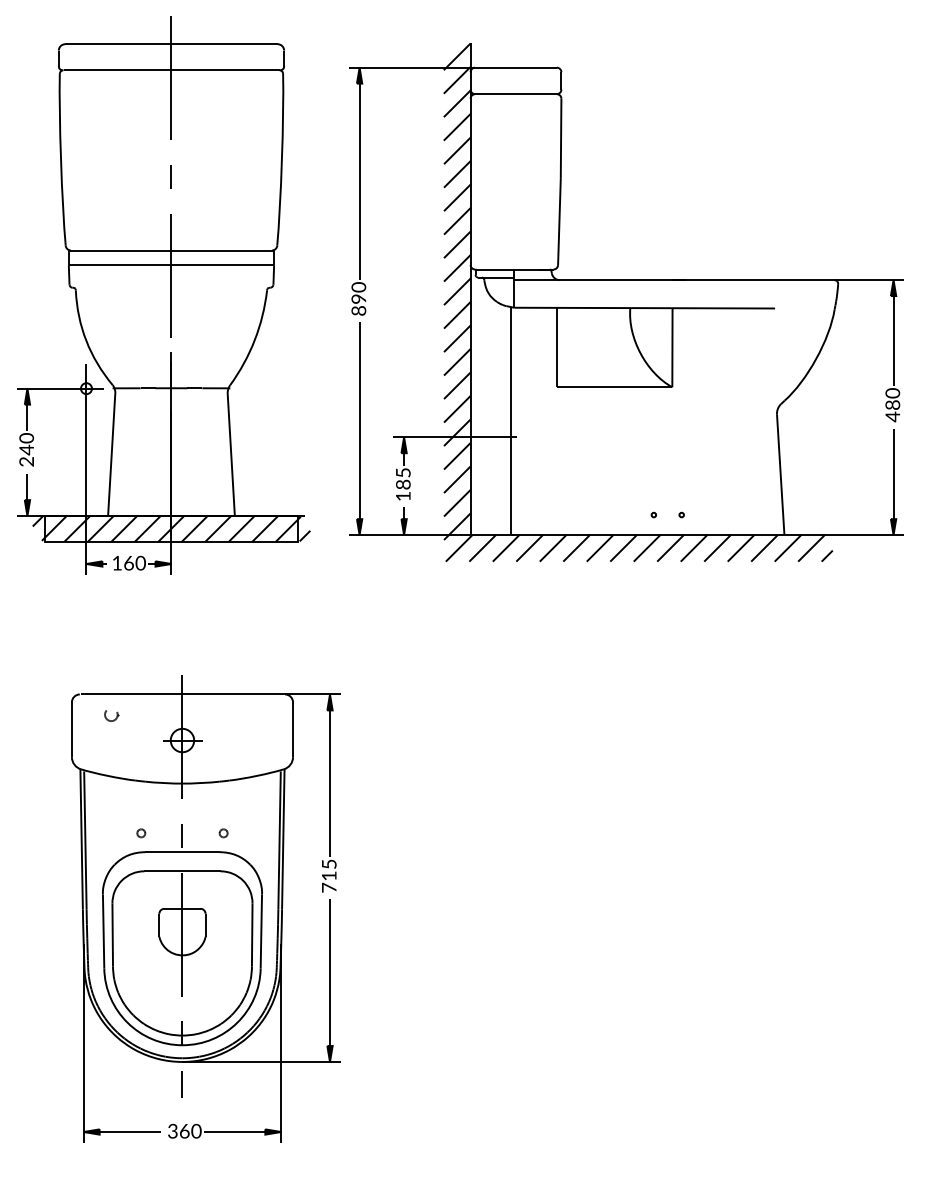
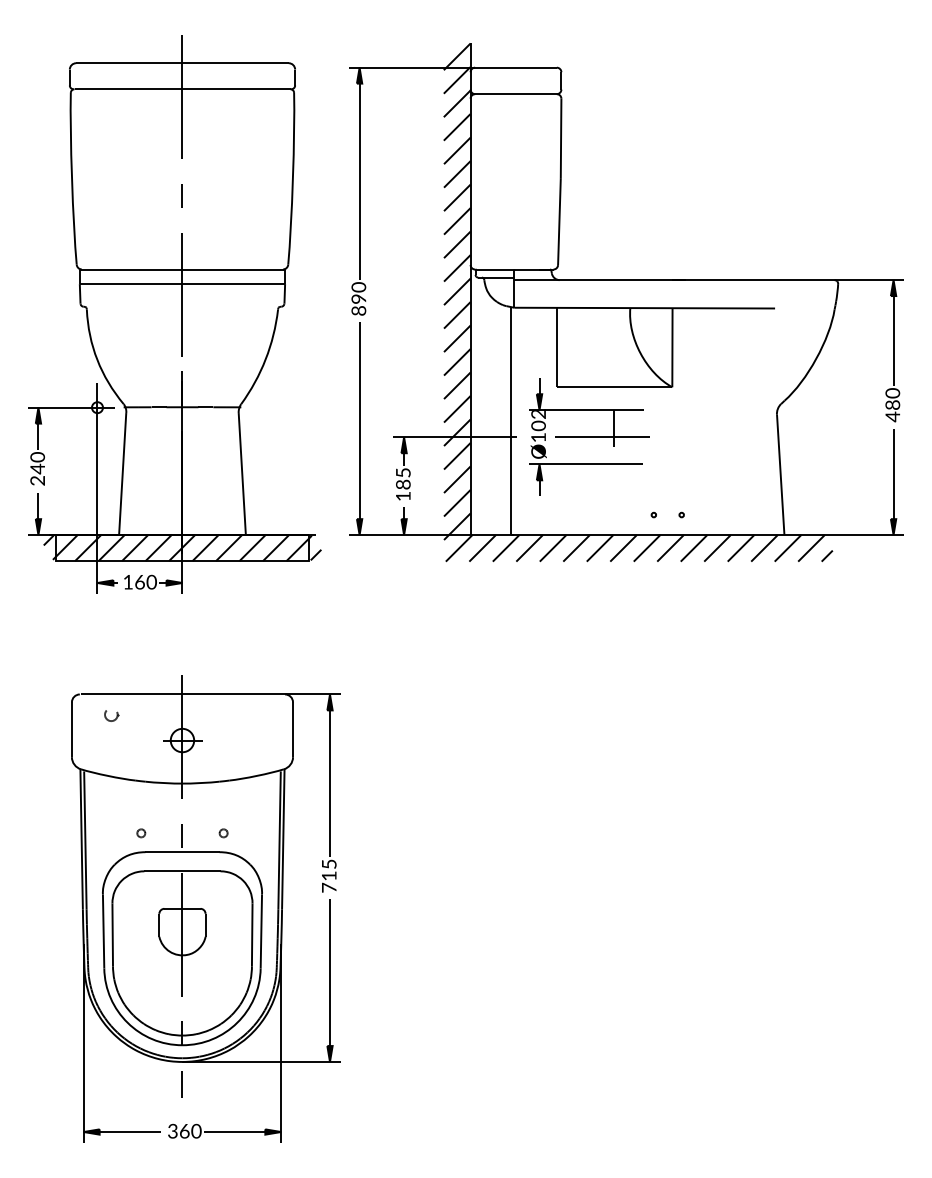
part at (163, 295) position: (163, 295) -> (174, 314)
part at (589, 436): none -> present
